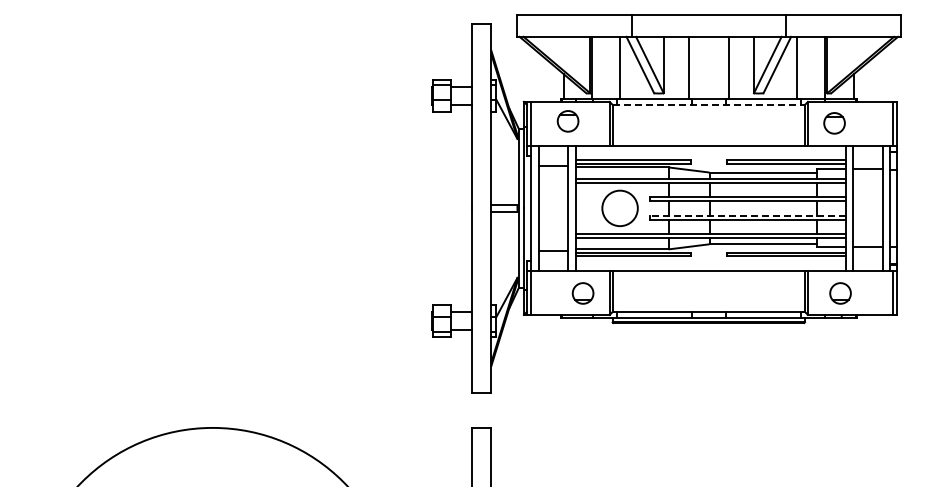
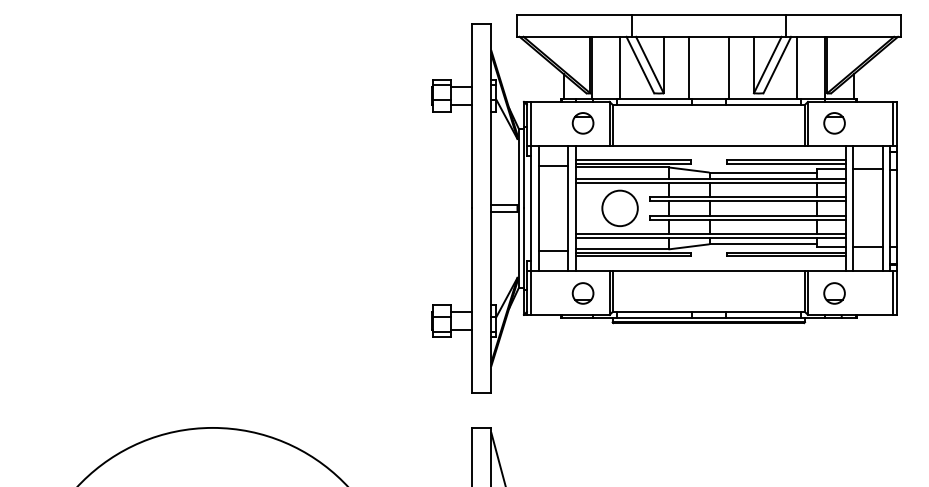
line at (709, 104): dashed -> solid
part at (567, 121) position: (567, 121) -> (582, 123)
line at (747, 215): dashed -> solid
part at (840, 293) position: (840, 293) -> (834, 293)
line at (498, 458): none -> present
